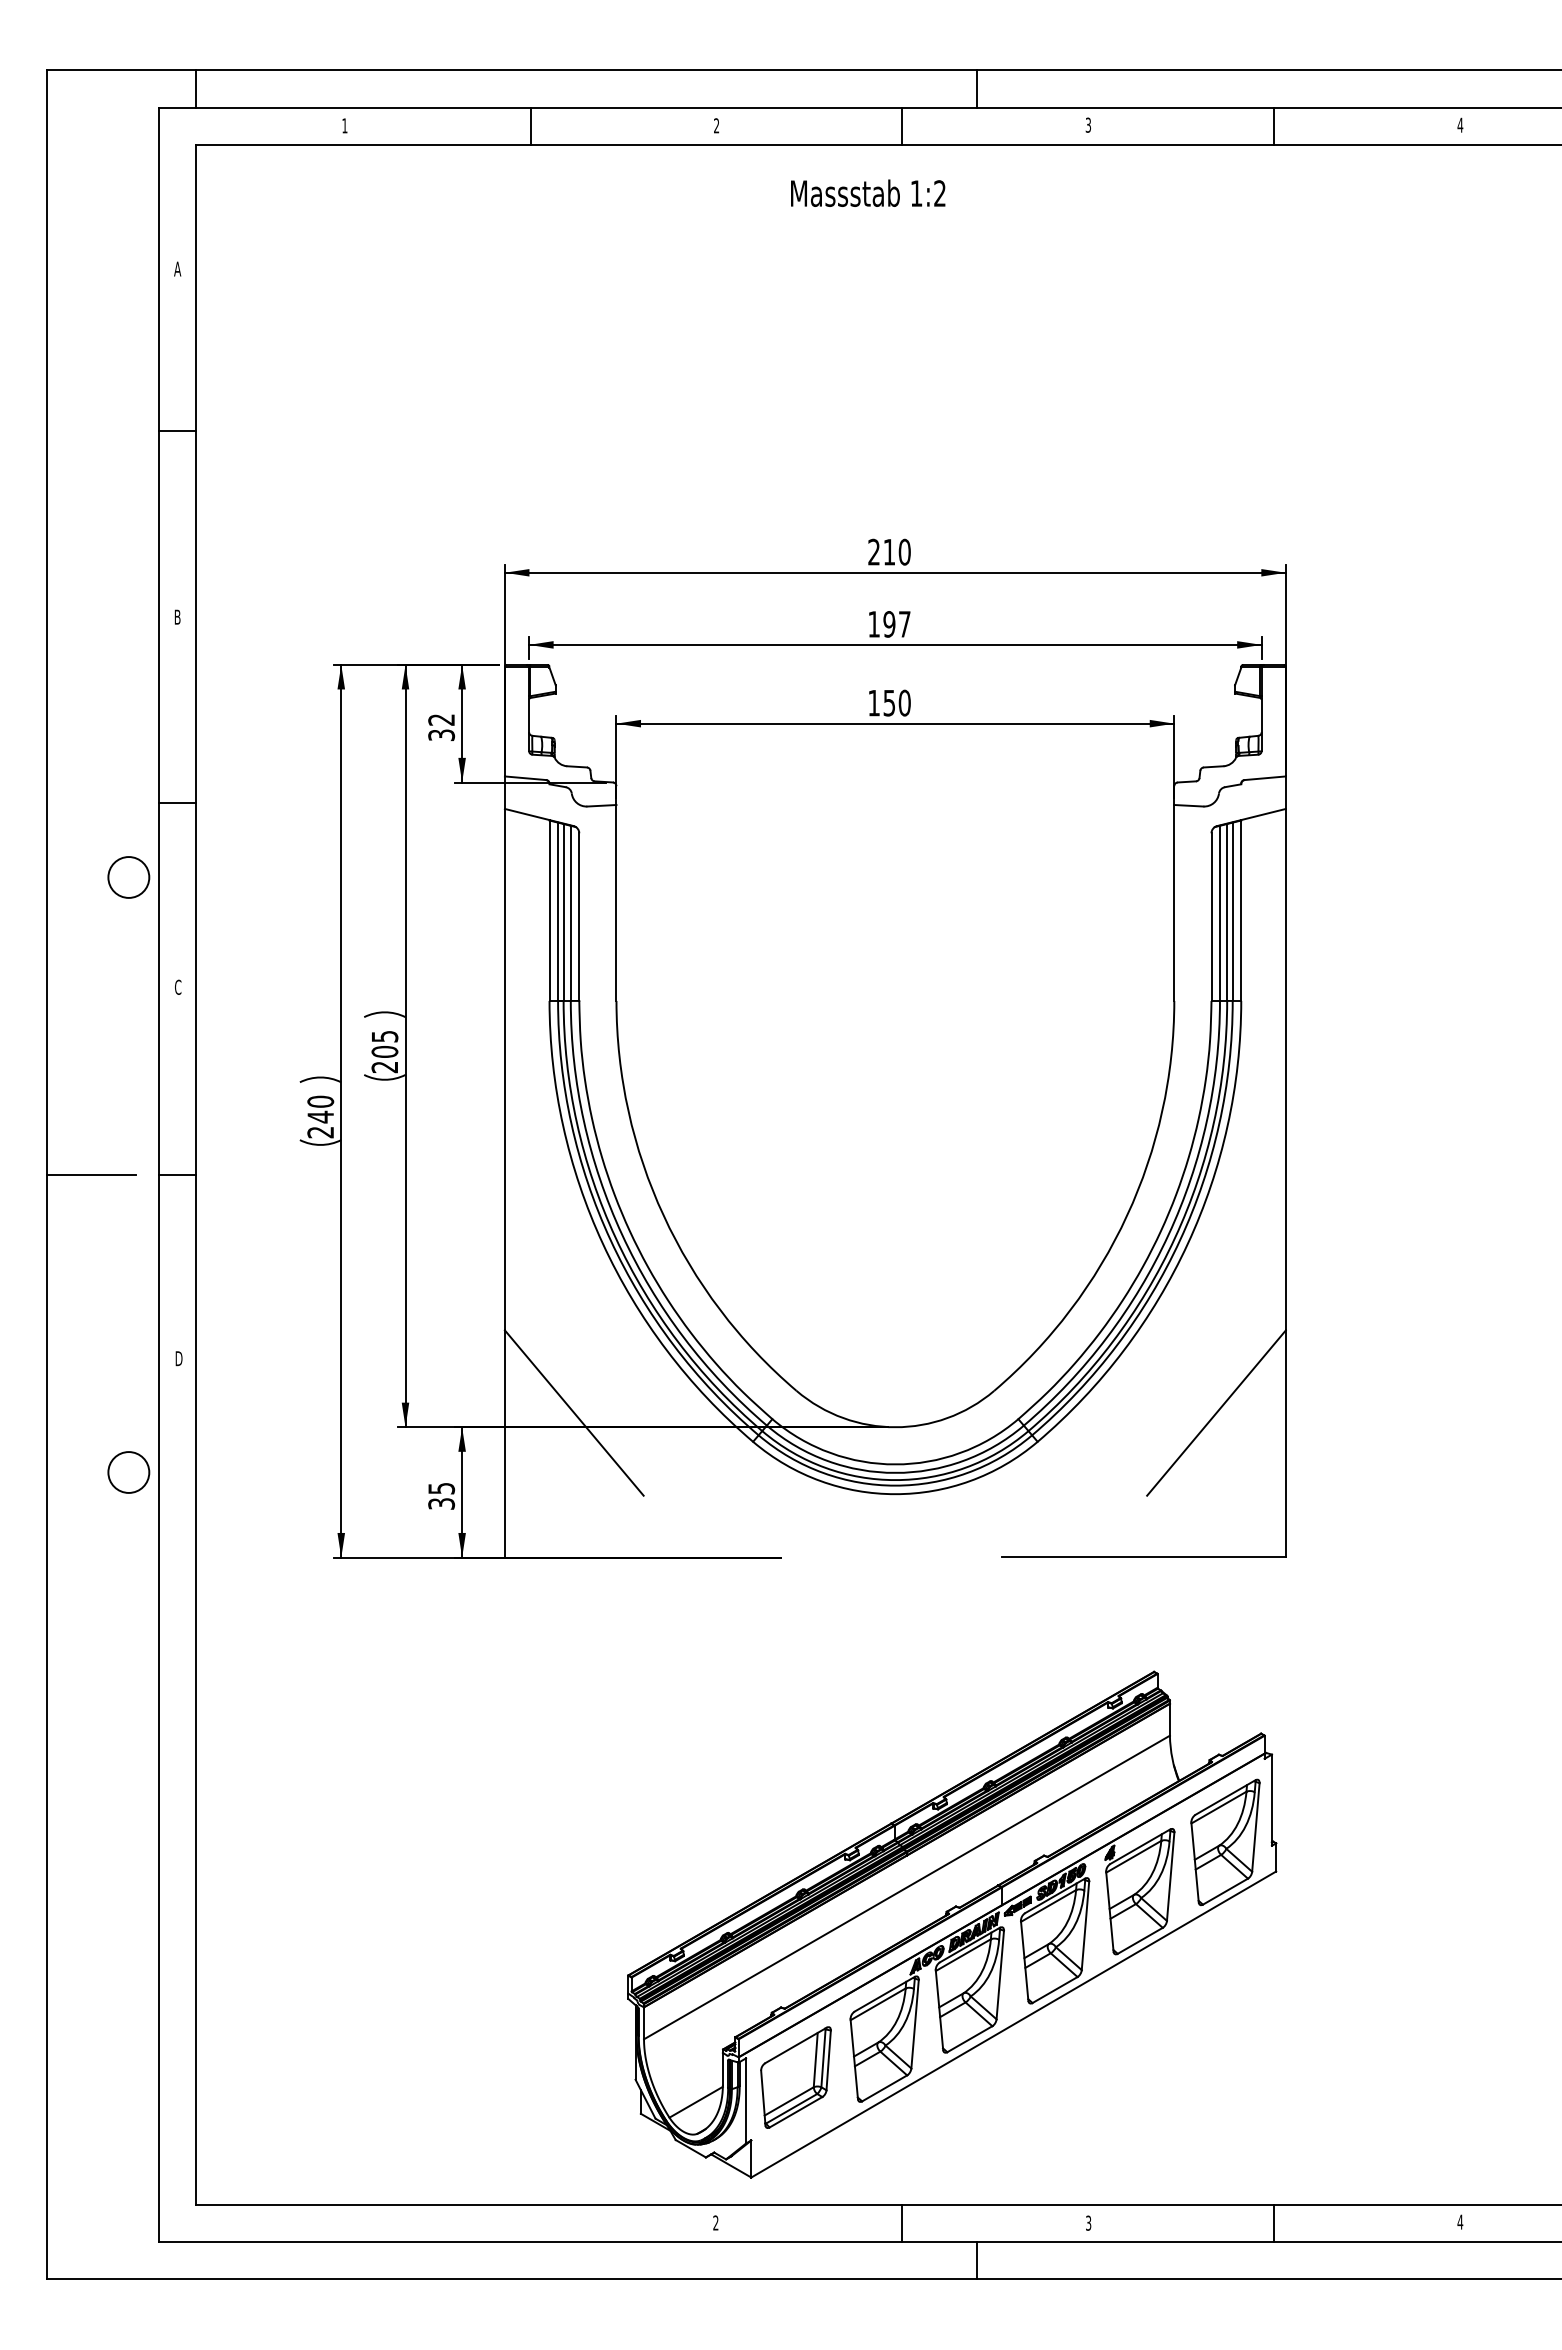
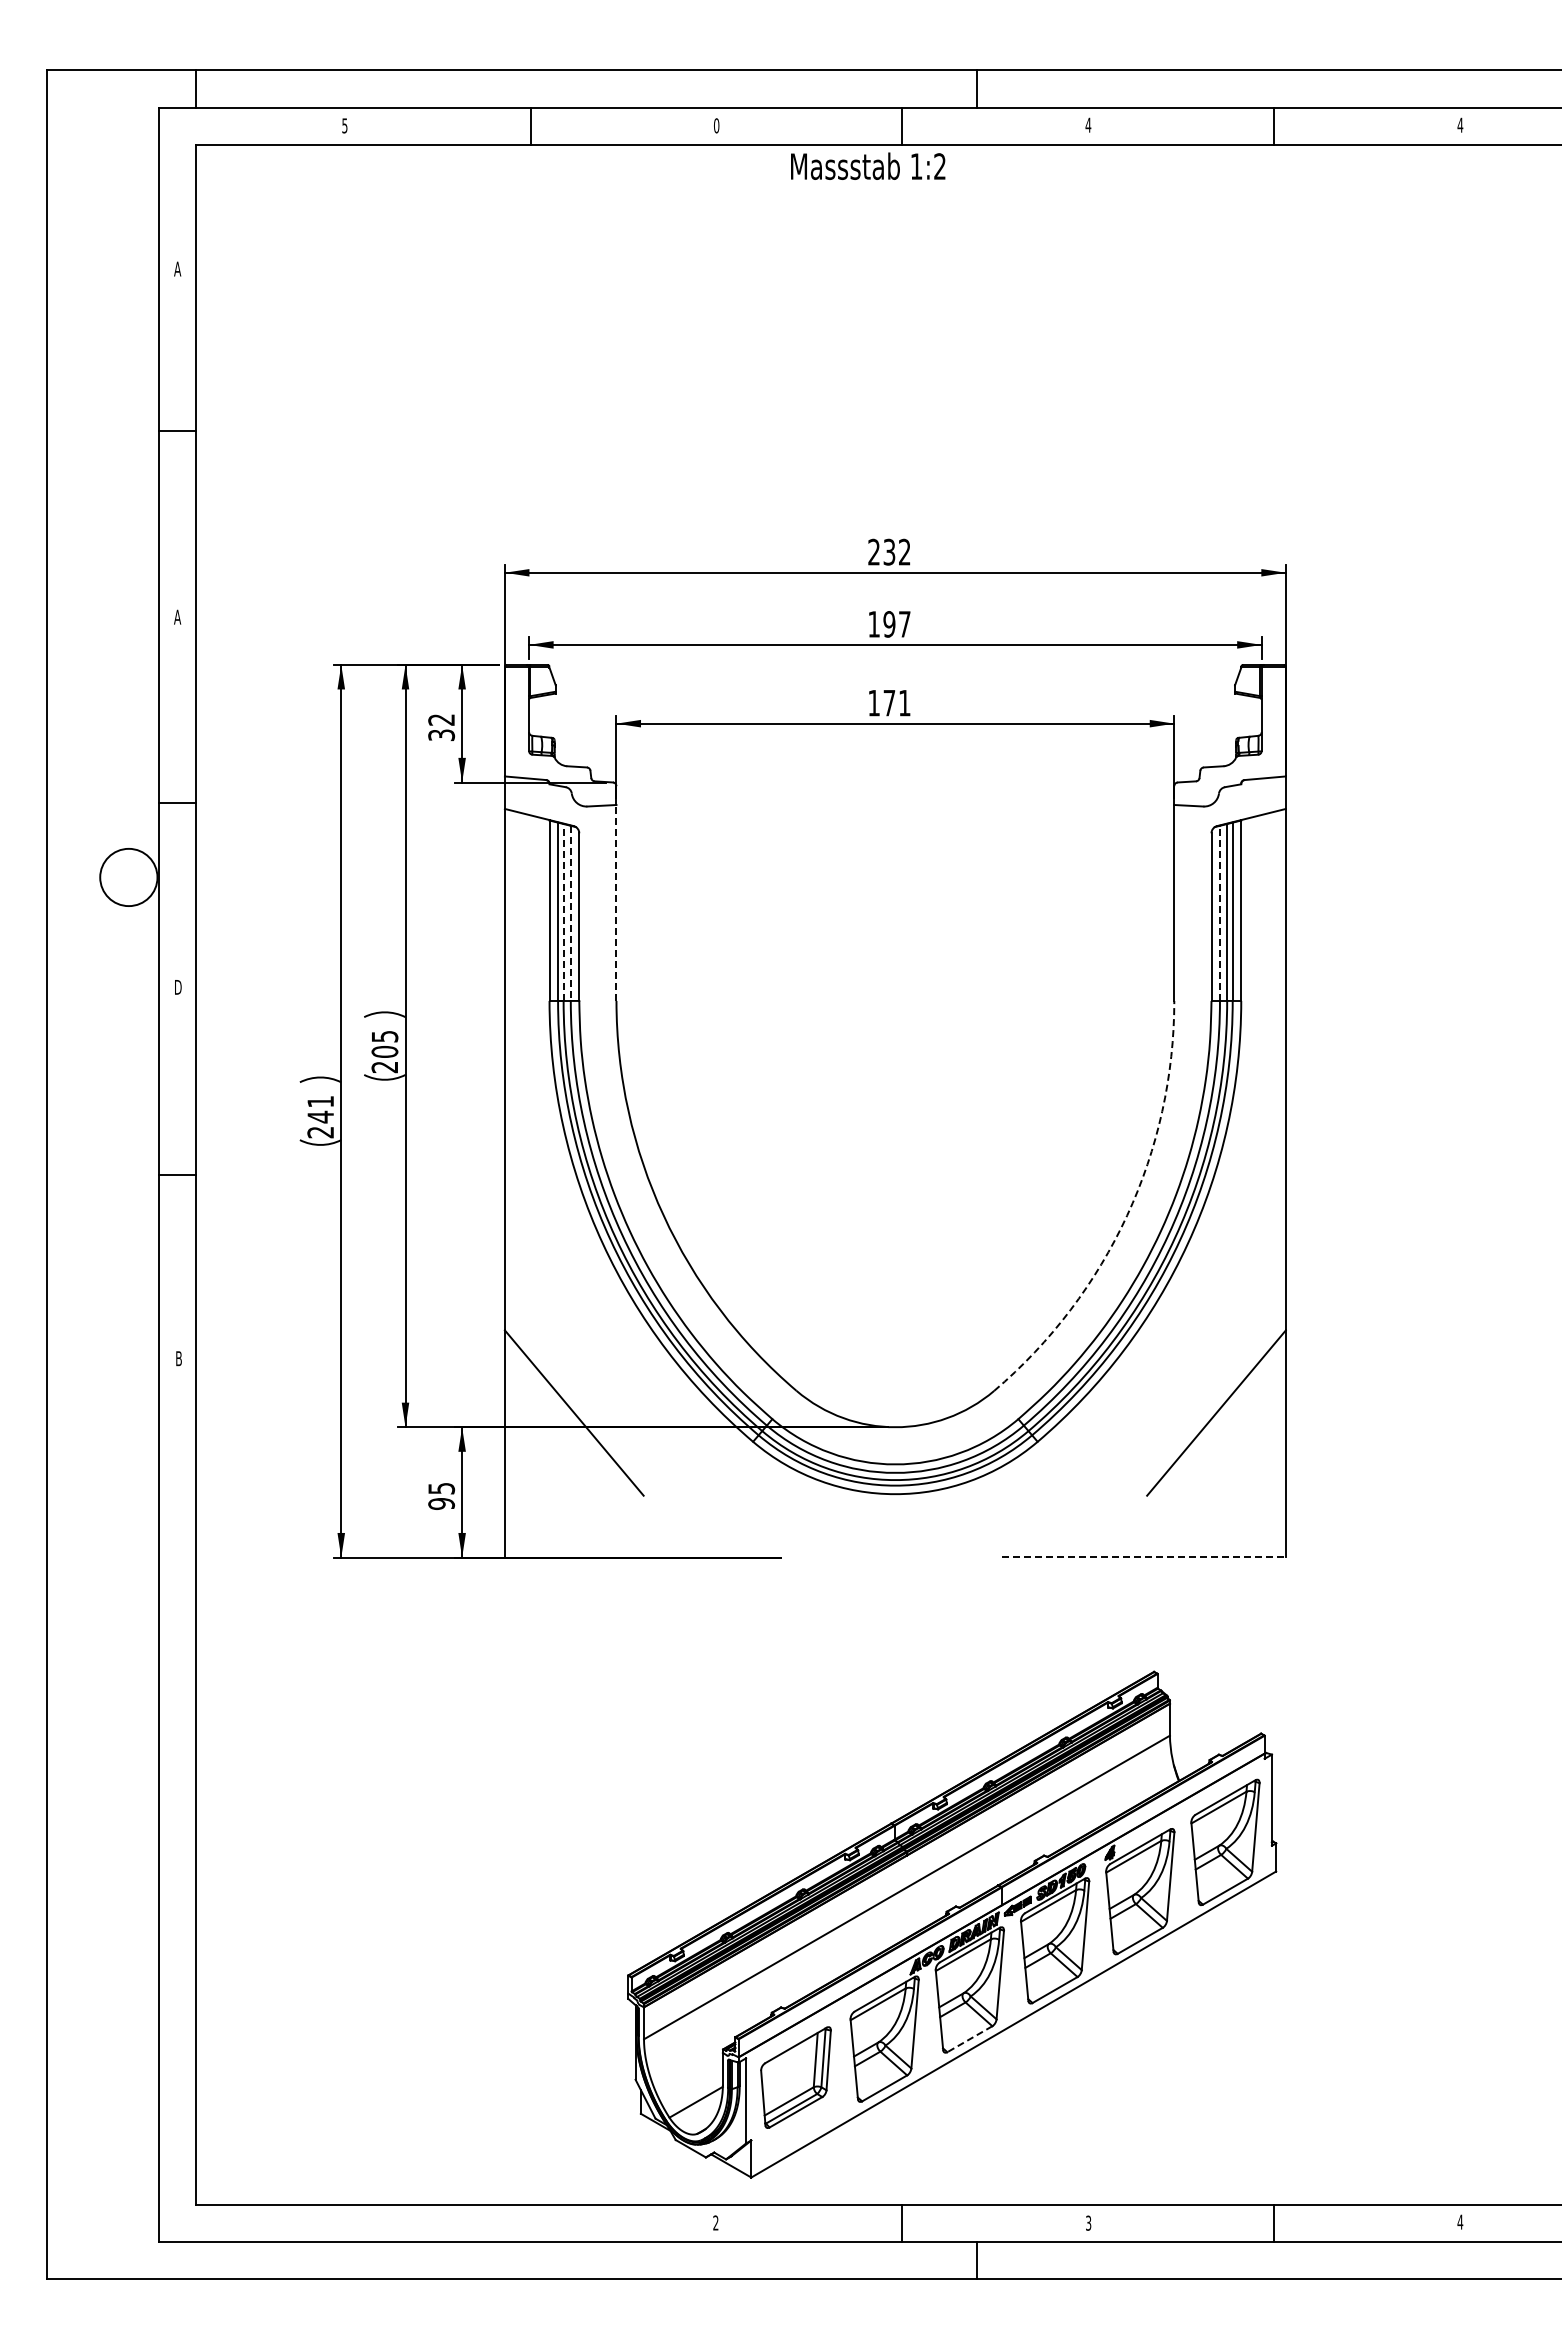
text at (1088, 124): 3 -> 4
text at (344, 125): 1 -> 5
text at (716, 125): 2 -> 0
text at (868, 192) position: (868, 192) -> (868, 165)
text at (896, 551): 210 -> 232
text at (177, 616): B -> A
text at (896, 702): 150 -> 171
circle at (128, 877) diameter: 41 px -> 57 px
line at (616, 902): solid -> dashed
line at (563, 911): solid -> dashed
line at (570, 913): solid -> dashed
line at (1219, 913): solid -> dashed
text at (178, 986): C -> D
text at (320, 1101): 240 -> 241
line at (91, 1175): present -> none
arc at (1127, 1215): solid -> dashed
text at (178, 1358): D -> B
circle at (128, 1472): present -> none
text at (441, 1503): 35 -> 95
line at (1144, 1557): solid -> dashed
line at (969, 2039): solid -> dashed
